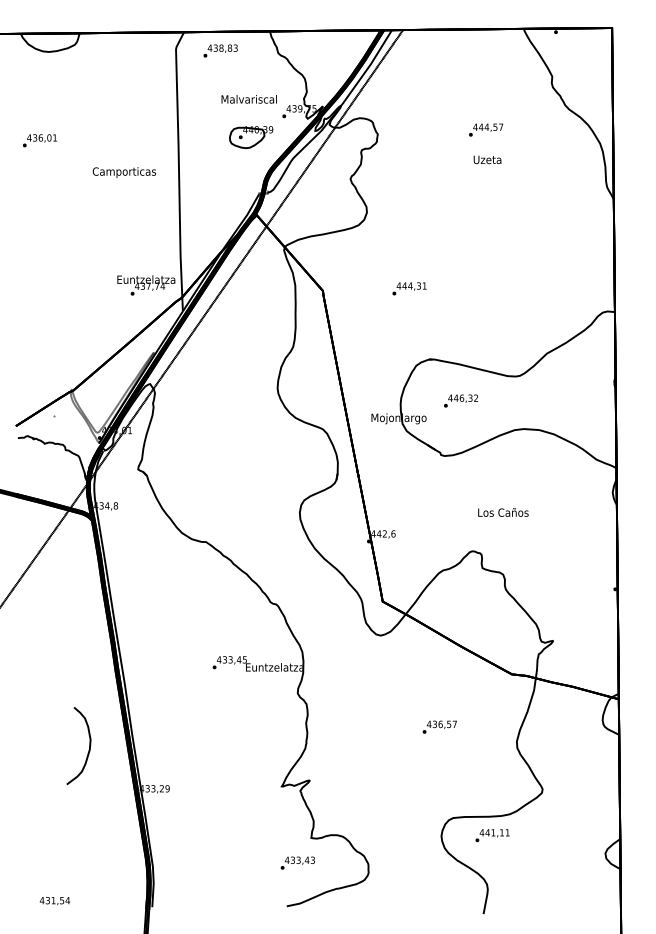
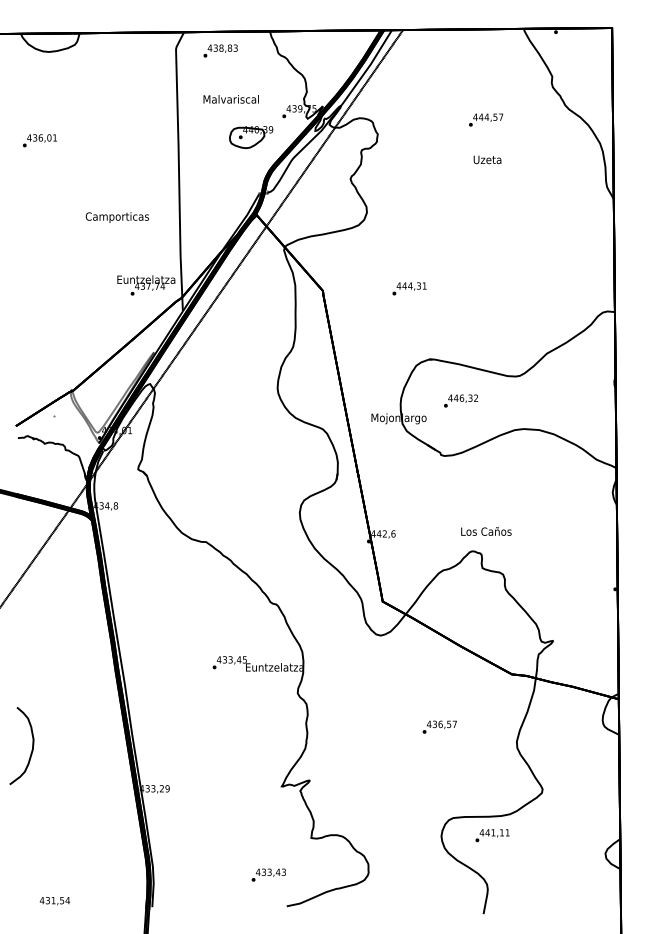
text at (248, 99) position: (248, 99) -> (230, 99)
text at (486, 129) position: (486, 129) -> (486, 119)
text at (123, 172) position: (123, 172) -> (116, 217)
text at (503, 512) position: (503, 512) -> (486, 531)
curve at (88, 749) position: (88, 749) -> (31, 749)
text at (297, 862) position: (297, 862) -> (268, 874)
